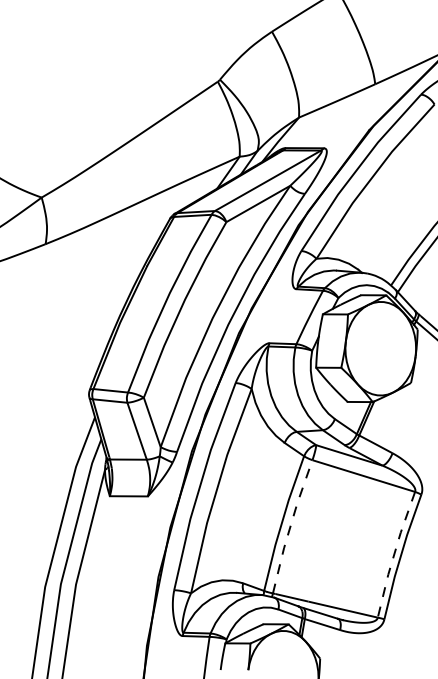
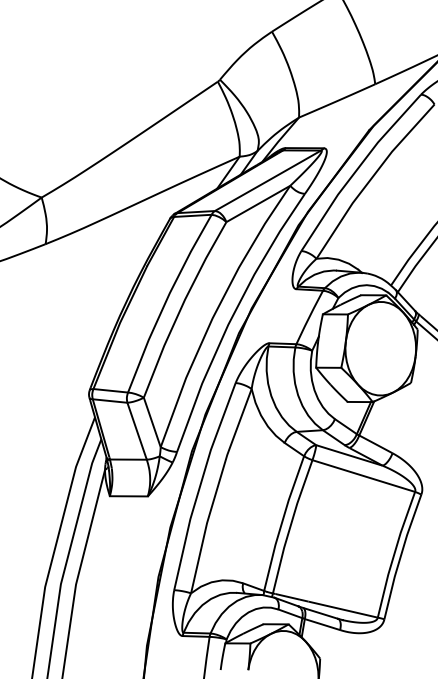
line at (290, 526): dashed -> solid
line at (394, 554): dashed -> solid
